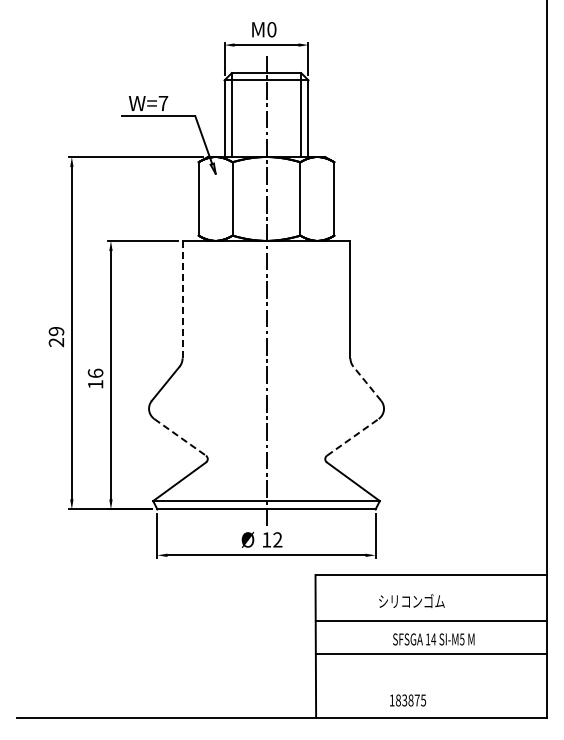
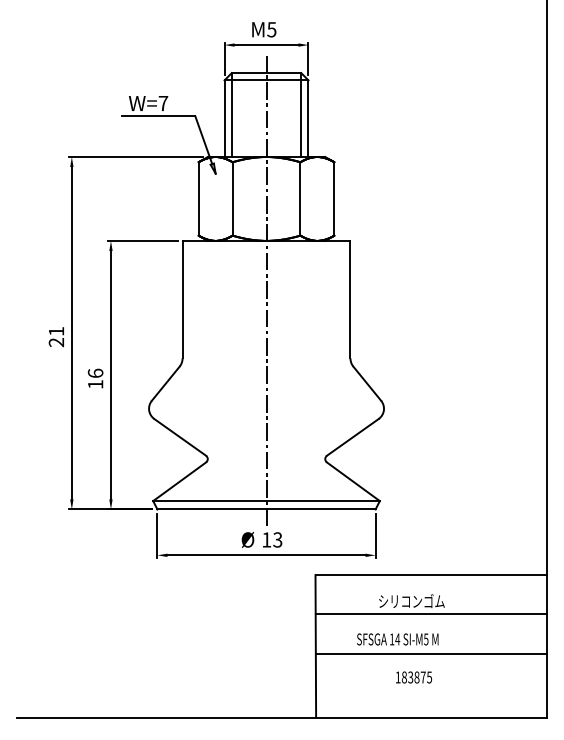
text at (271, 29): M0 -> M5
line at (182, 299): dashed -> solid
text at (56, 331): 29 -> 21
line at (367, 383): dashed -> solid
line at (180, 437): dashed -> solid
line at (352, 437): dashed -> solid
text at (277, 539): 12 -> 13
line at (431, 621) position: (431, 621) -> (431, 614)
text at (433, 639) position: (433, 639) -> (397, 639)
text at (408, 700) position: (408, 700) -> (414, 677)
